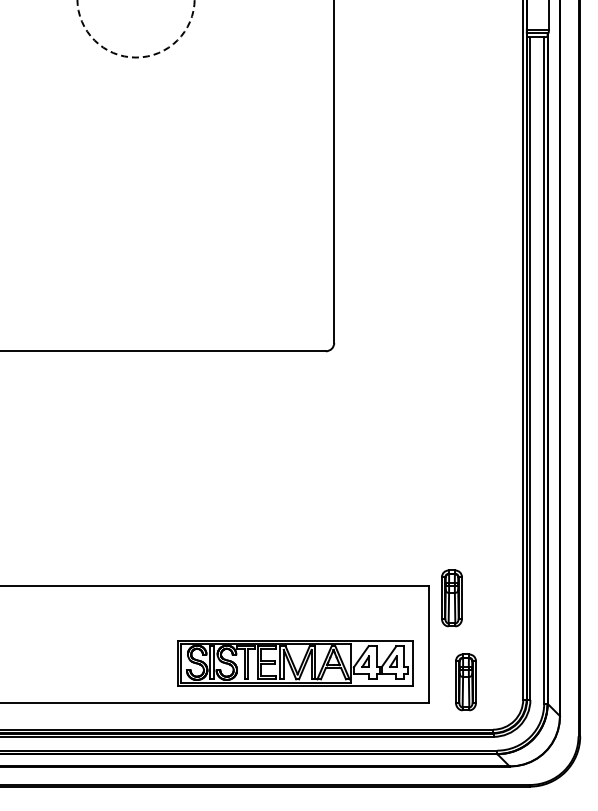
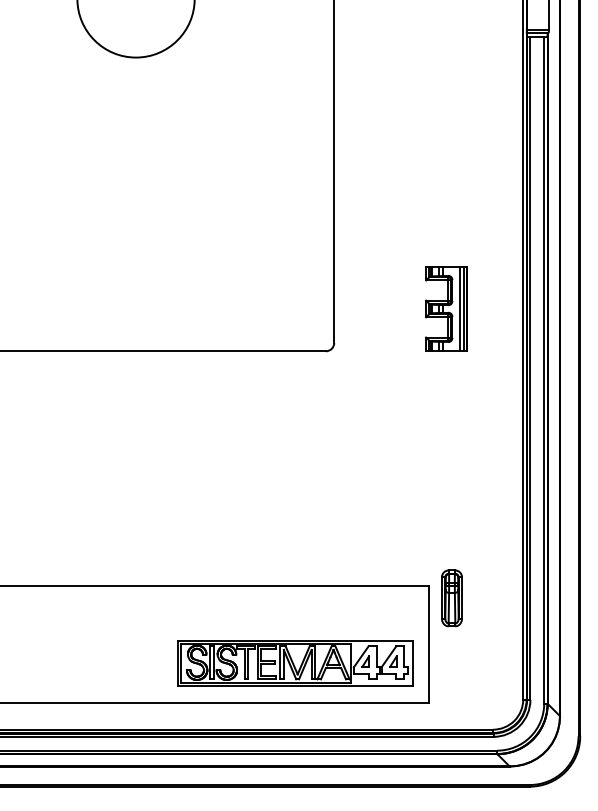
arc at (136, 57): dashed -> solid
part at (446, 308): none -> present
part at (465, 682): present -> none
